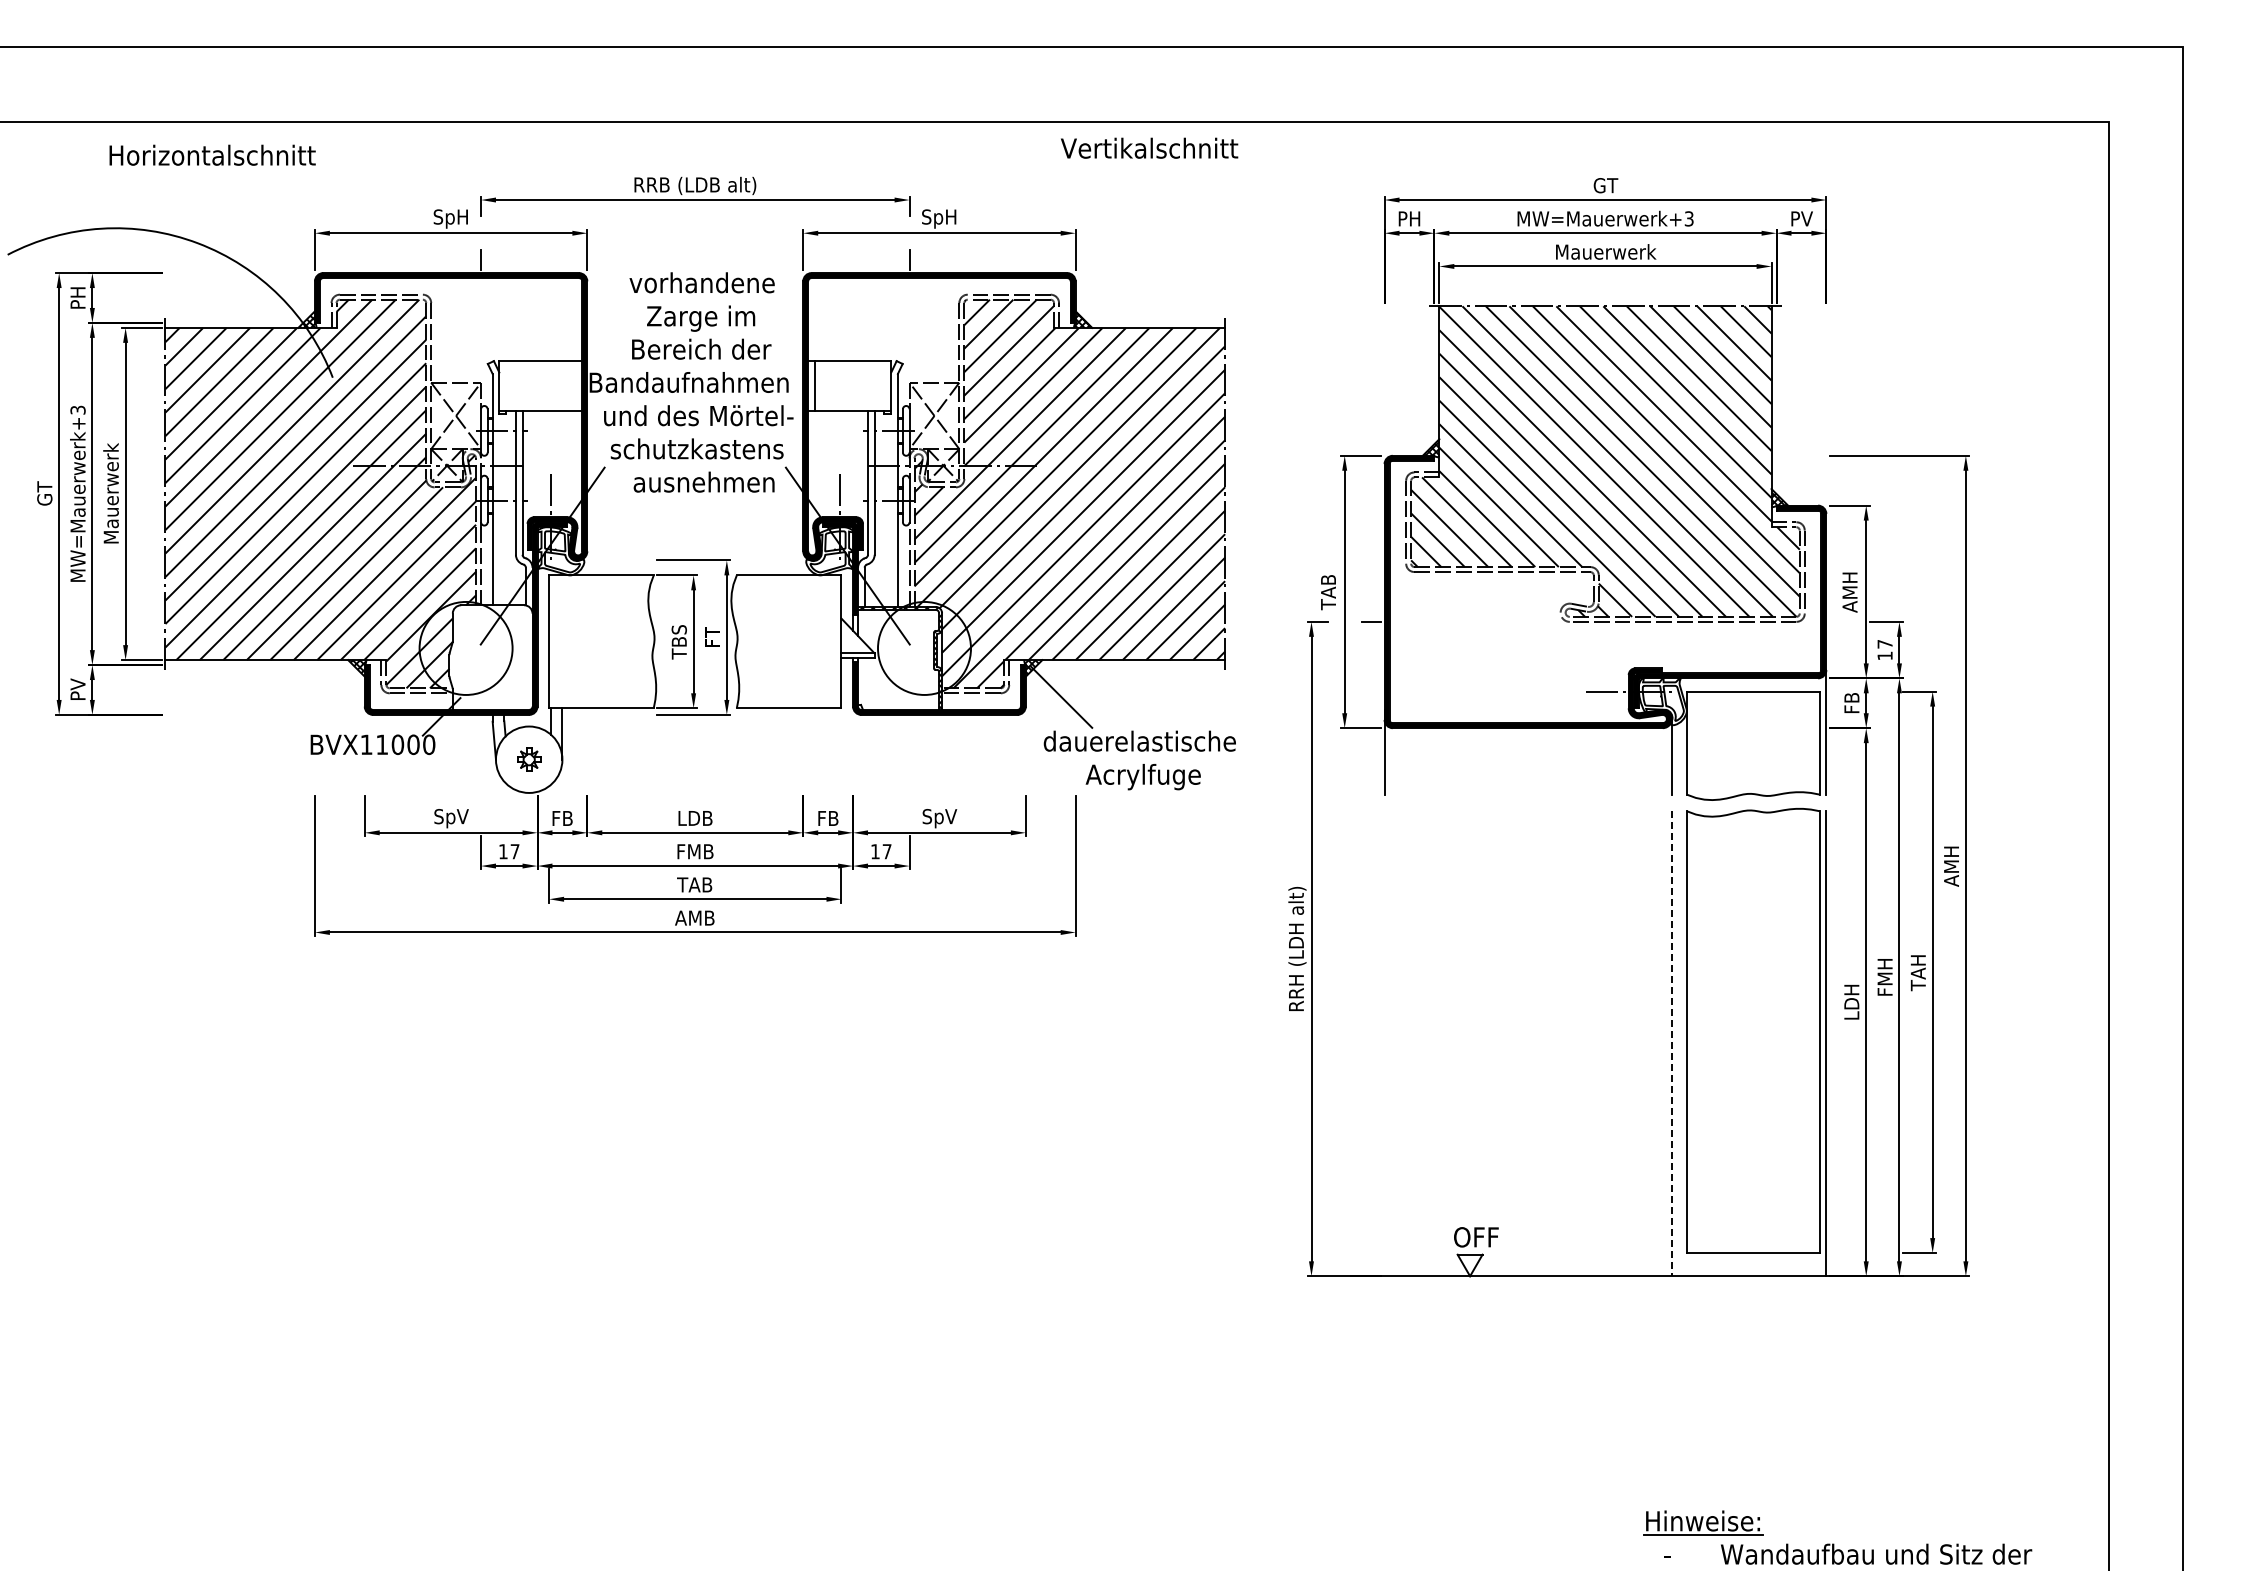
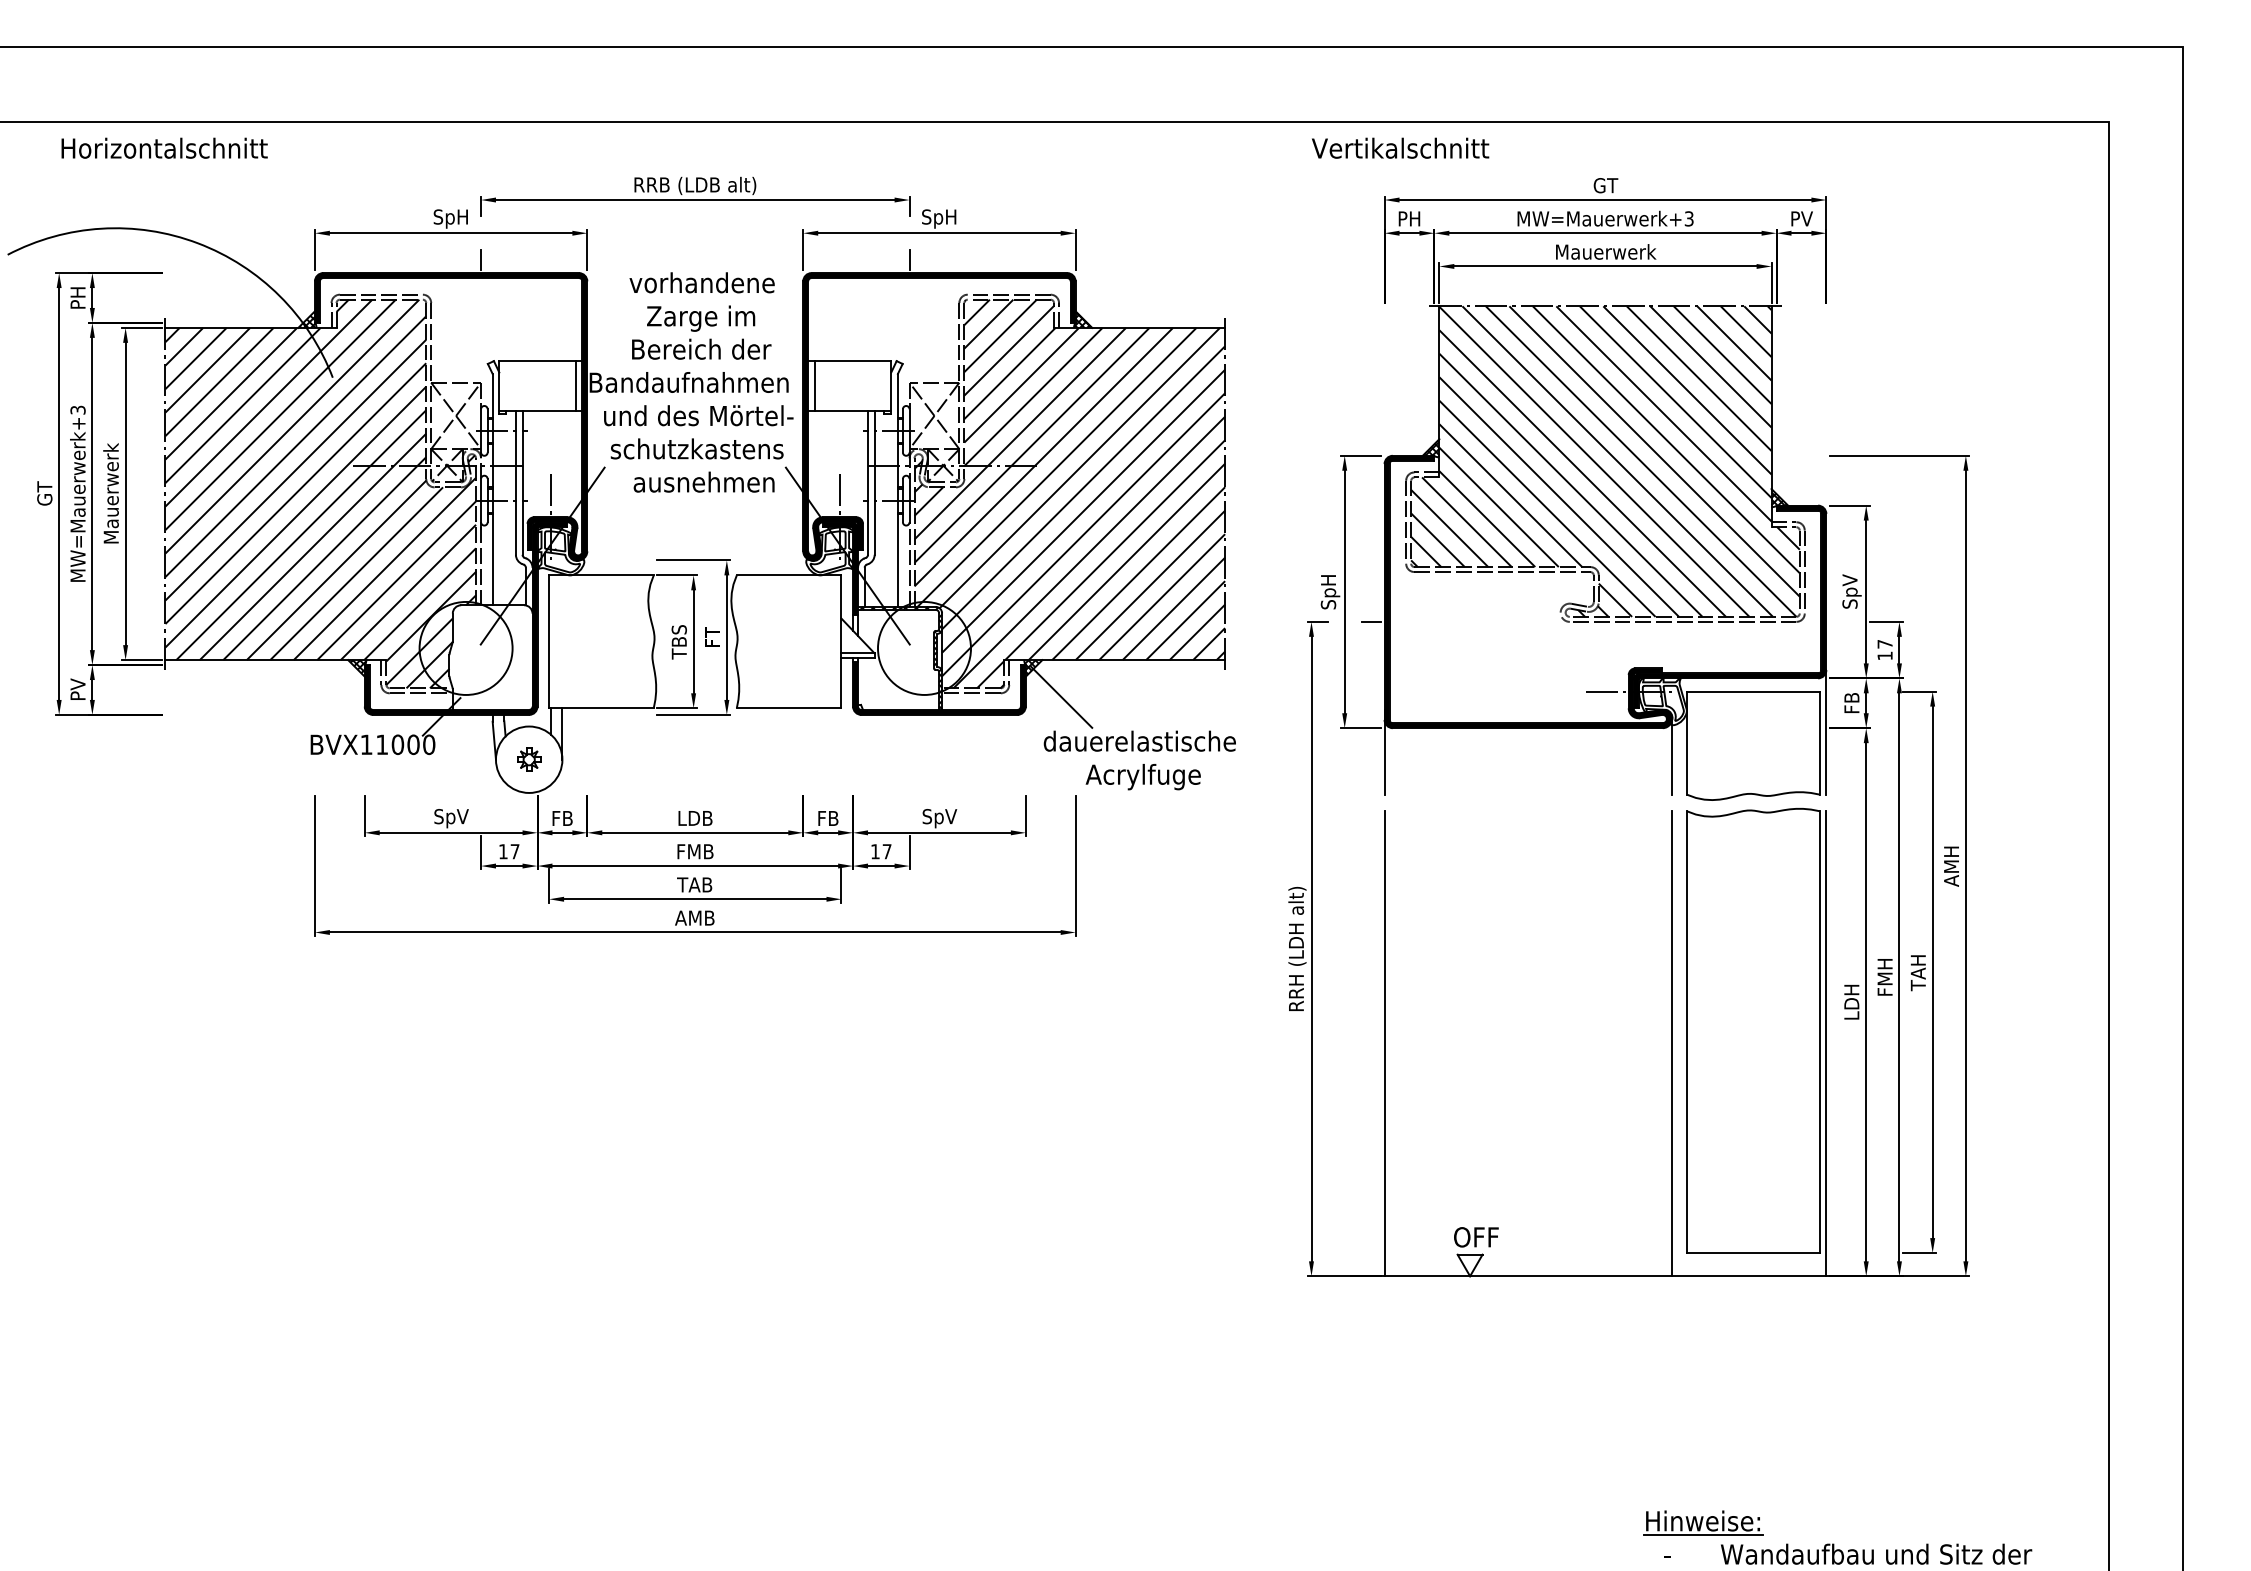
text at (1149, 147) position: (1149, 147) -> (1400, 147)
text at (212, 154) position: (212, 154) -> (164, 147)
line at (575, 385): none -> present
text at (1330, 592): TAB -> SpH
text at (1851, 592): AMH -> SpV
line at (1384, 1043): none -> present
line at (1671, 1043): dashed -> solid
